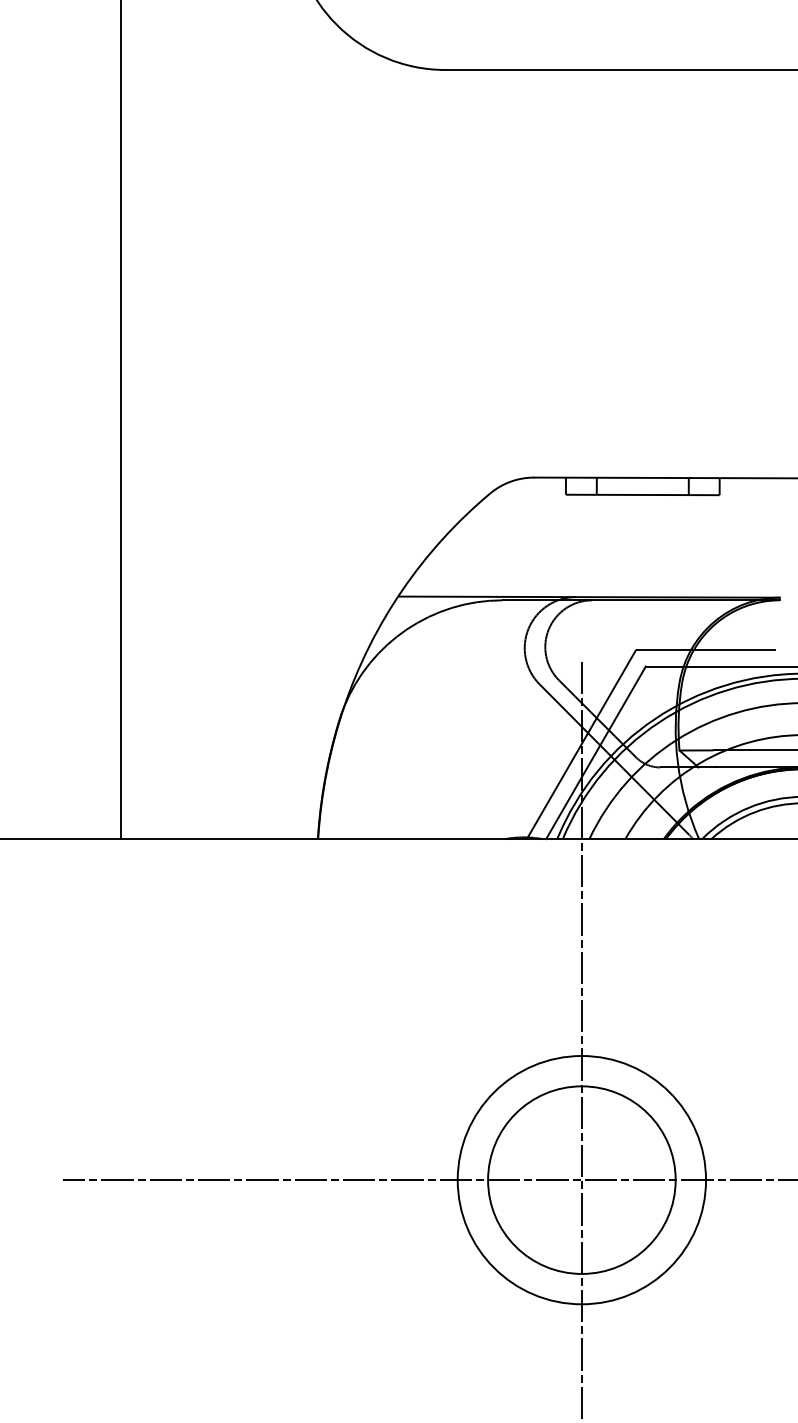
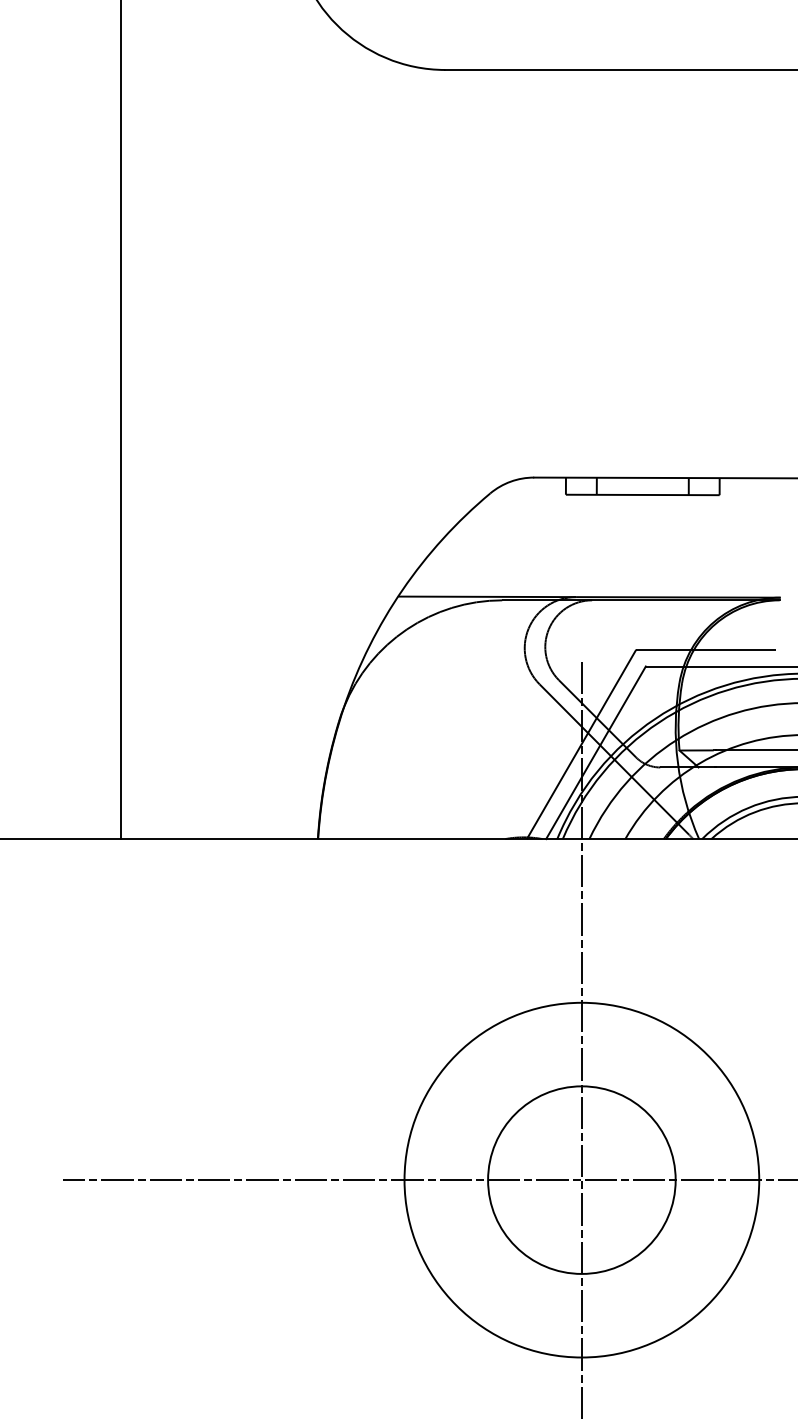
circle at (581, 1180) diameter: 248 px -> 355 px
